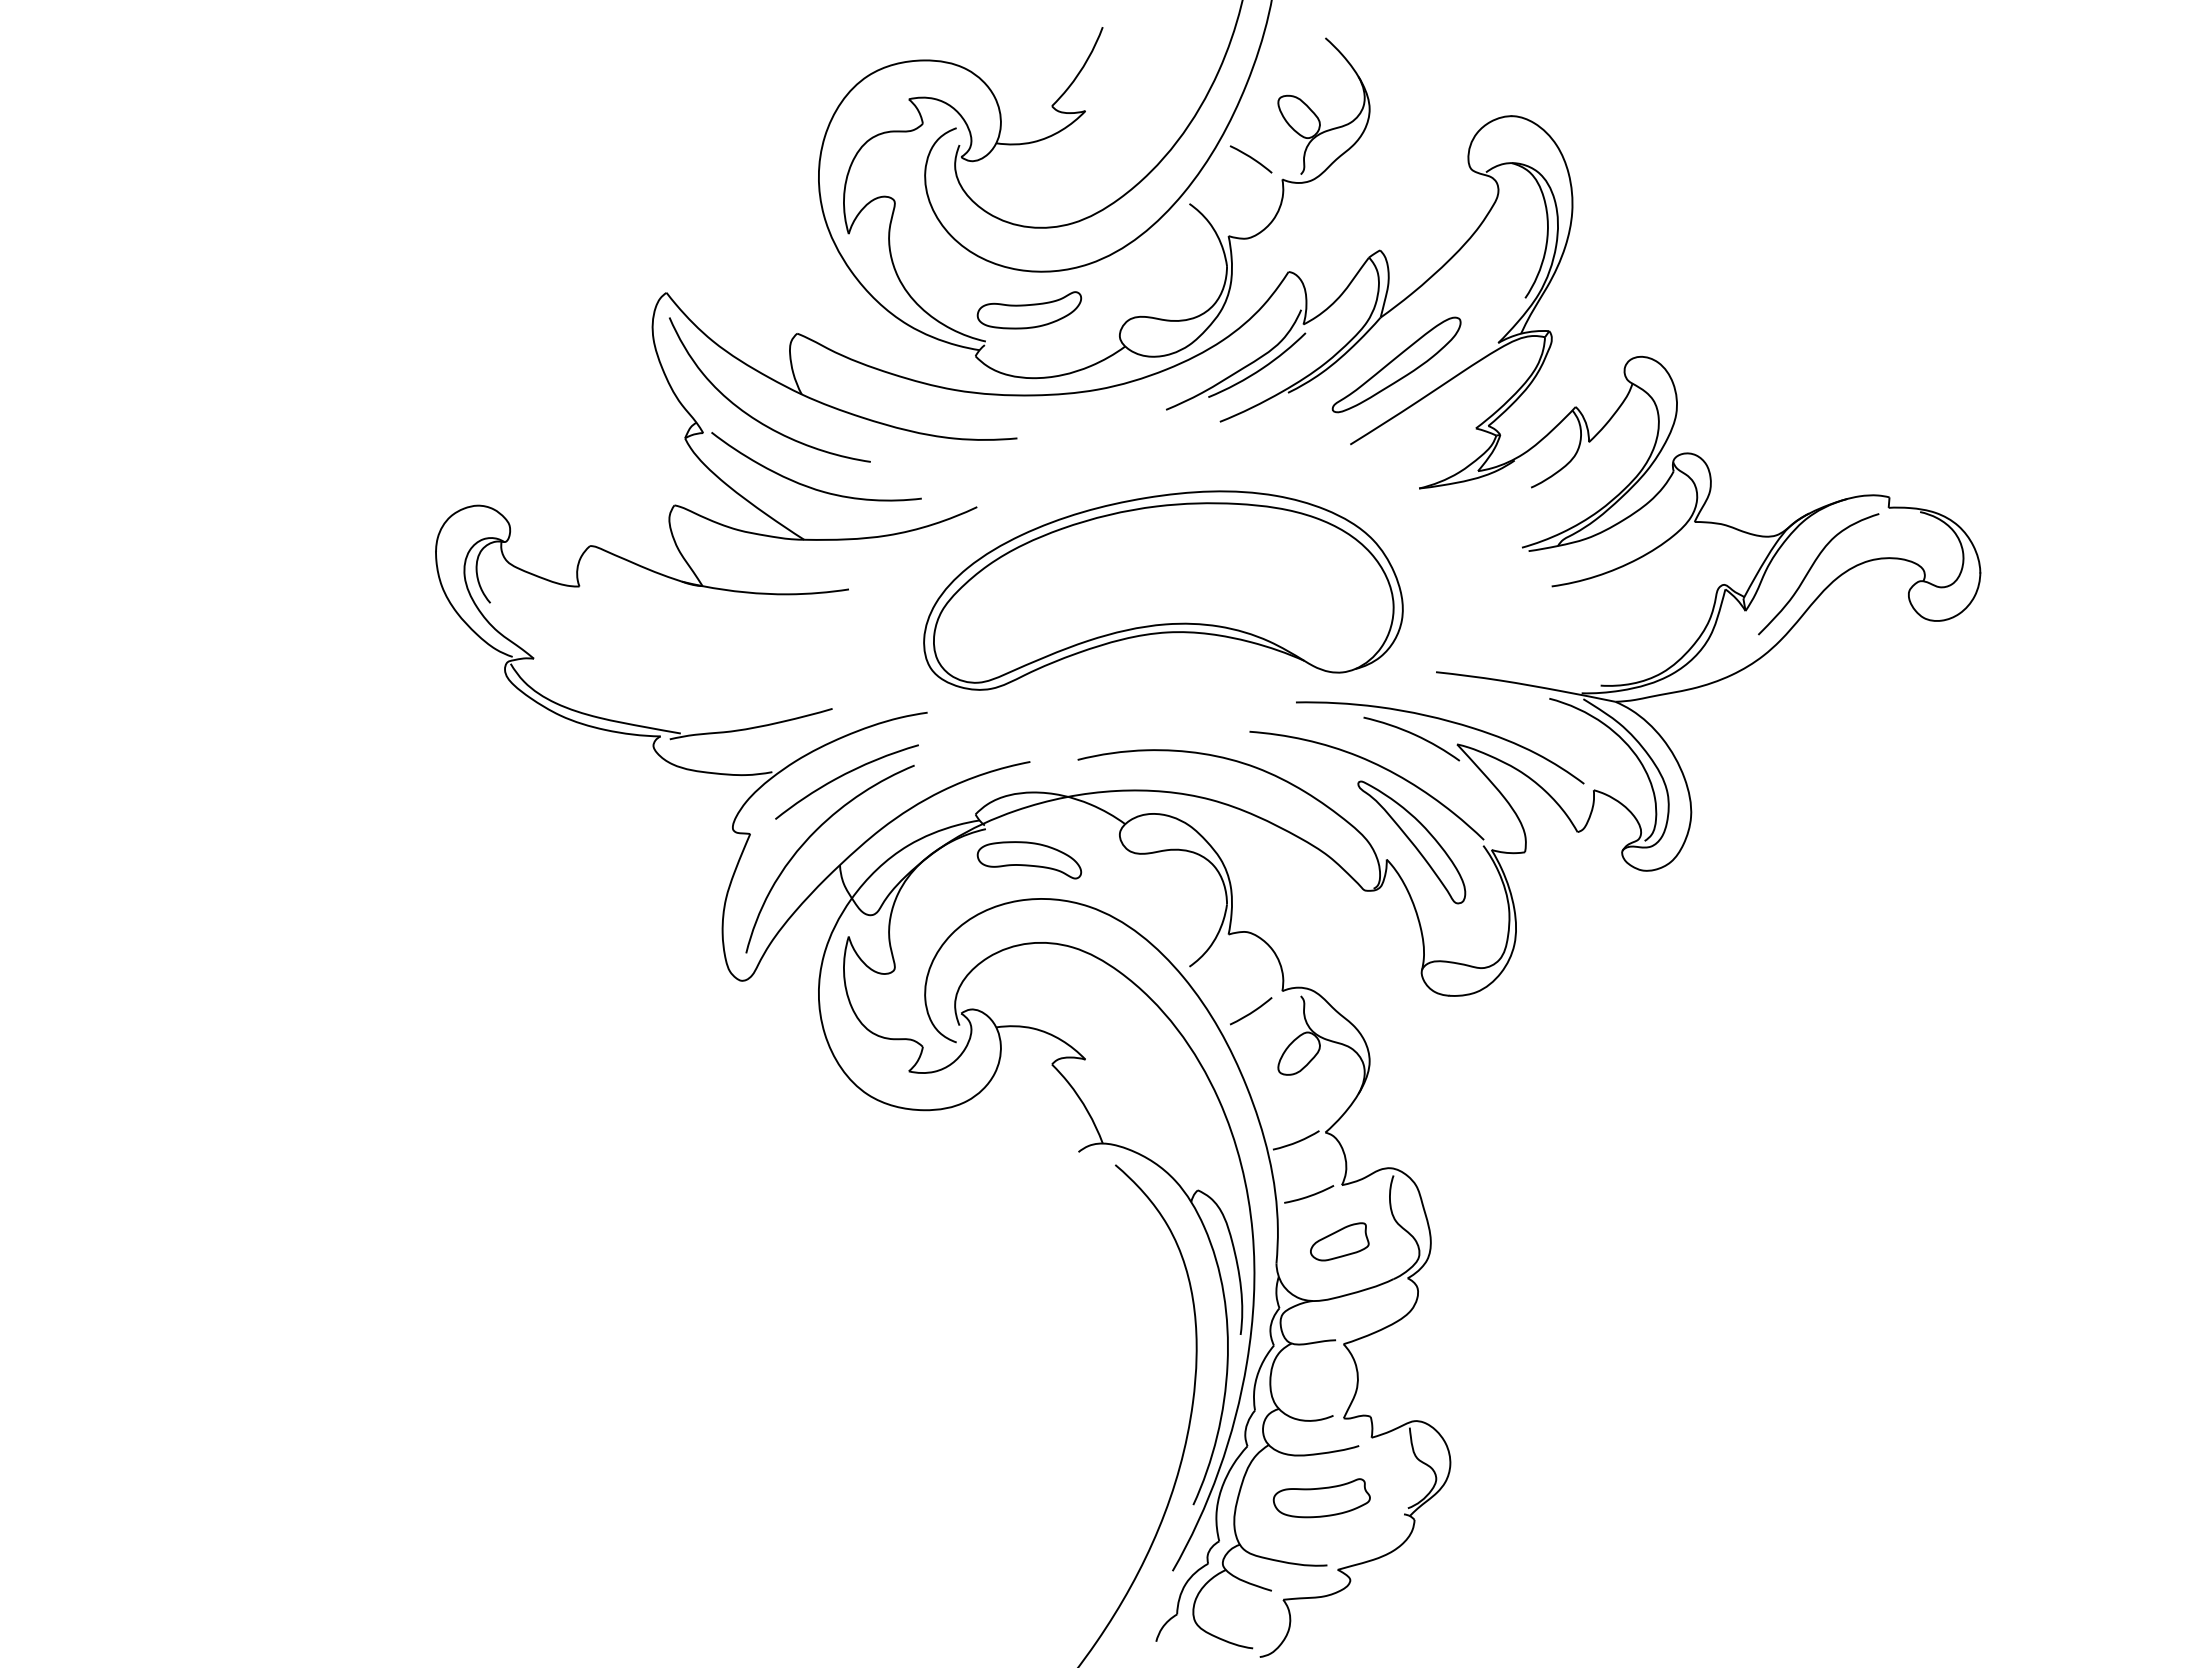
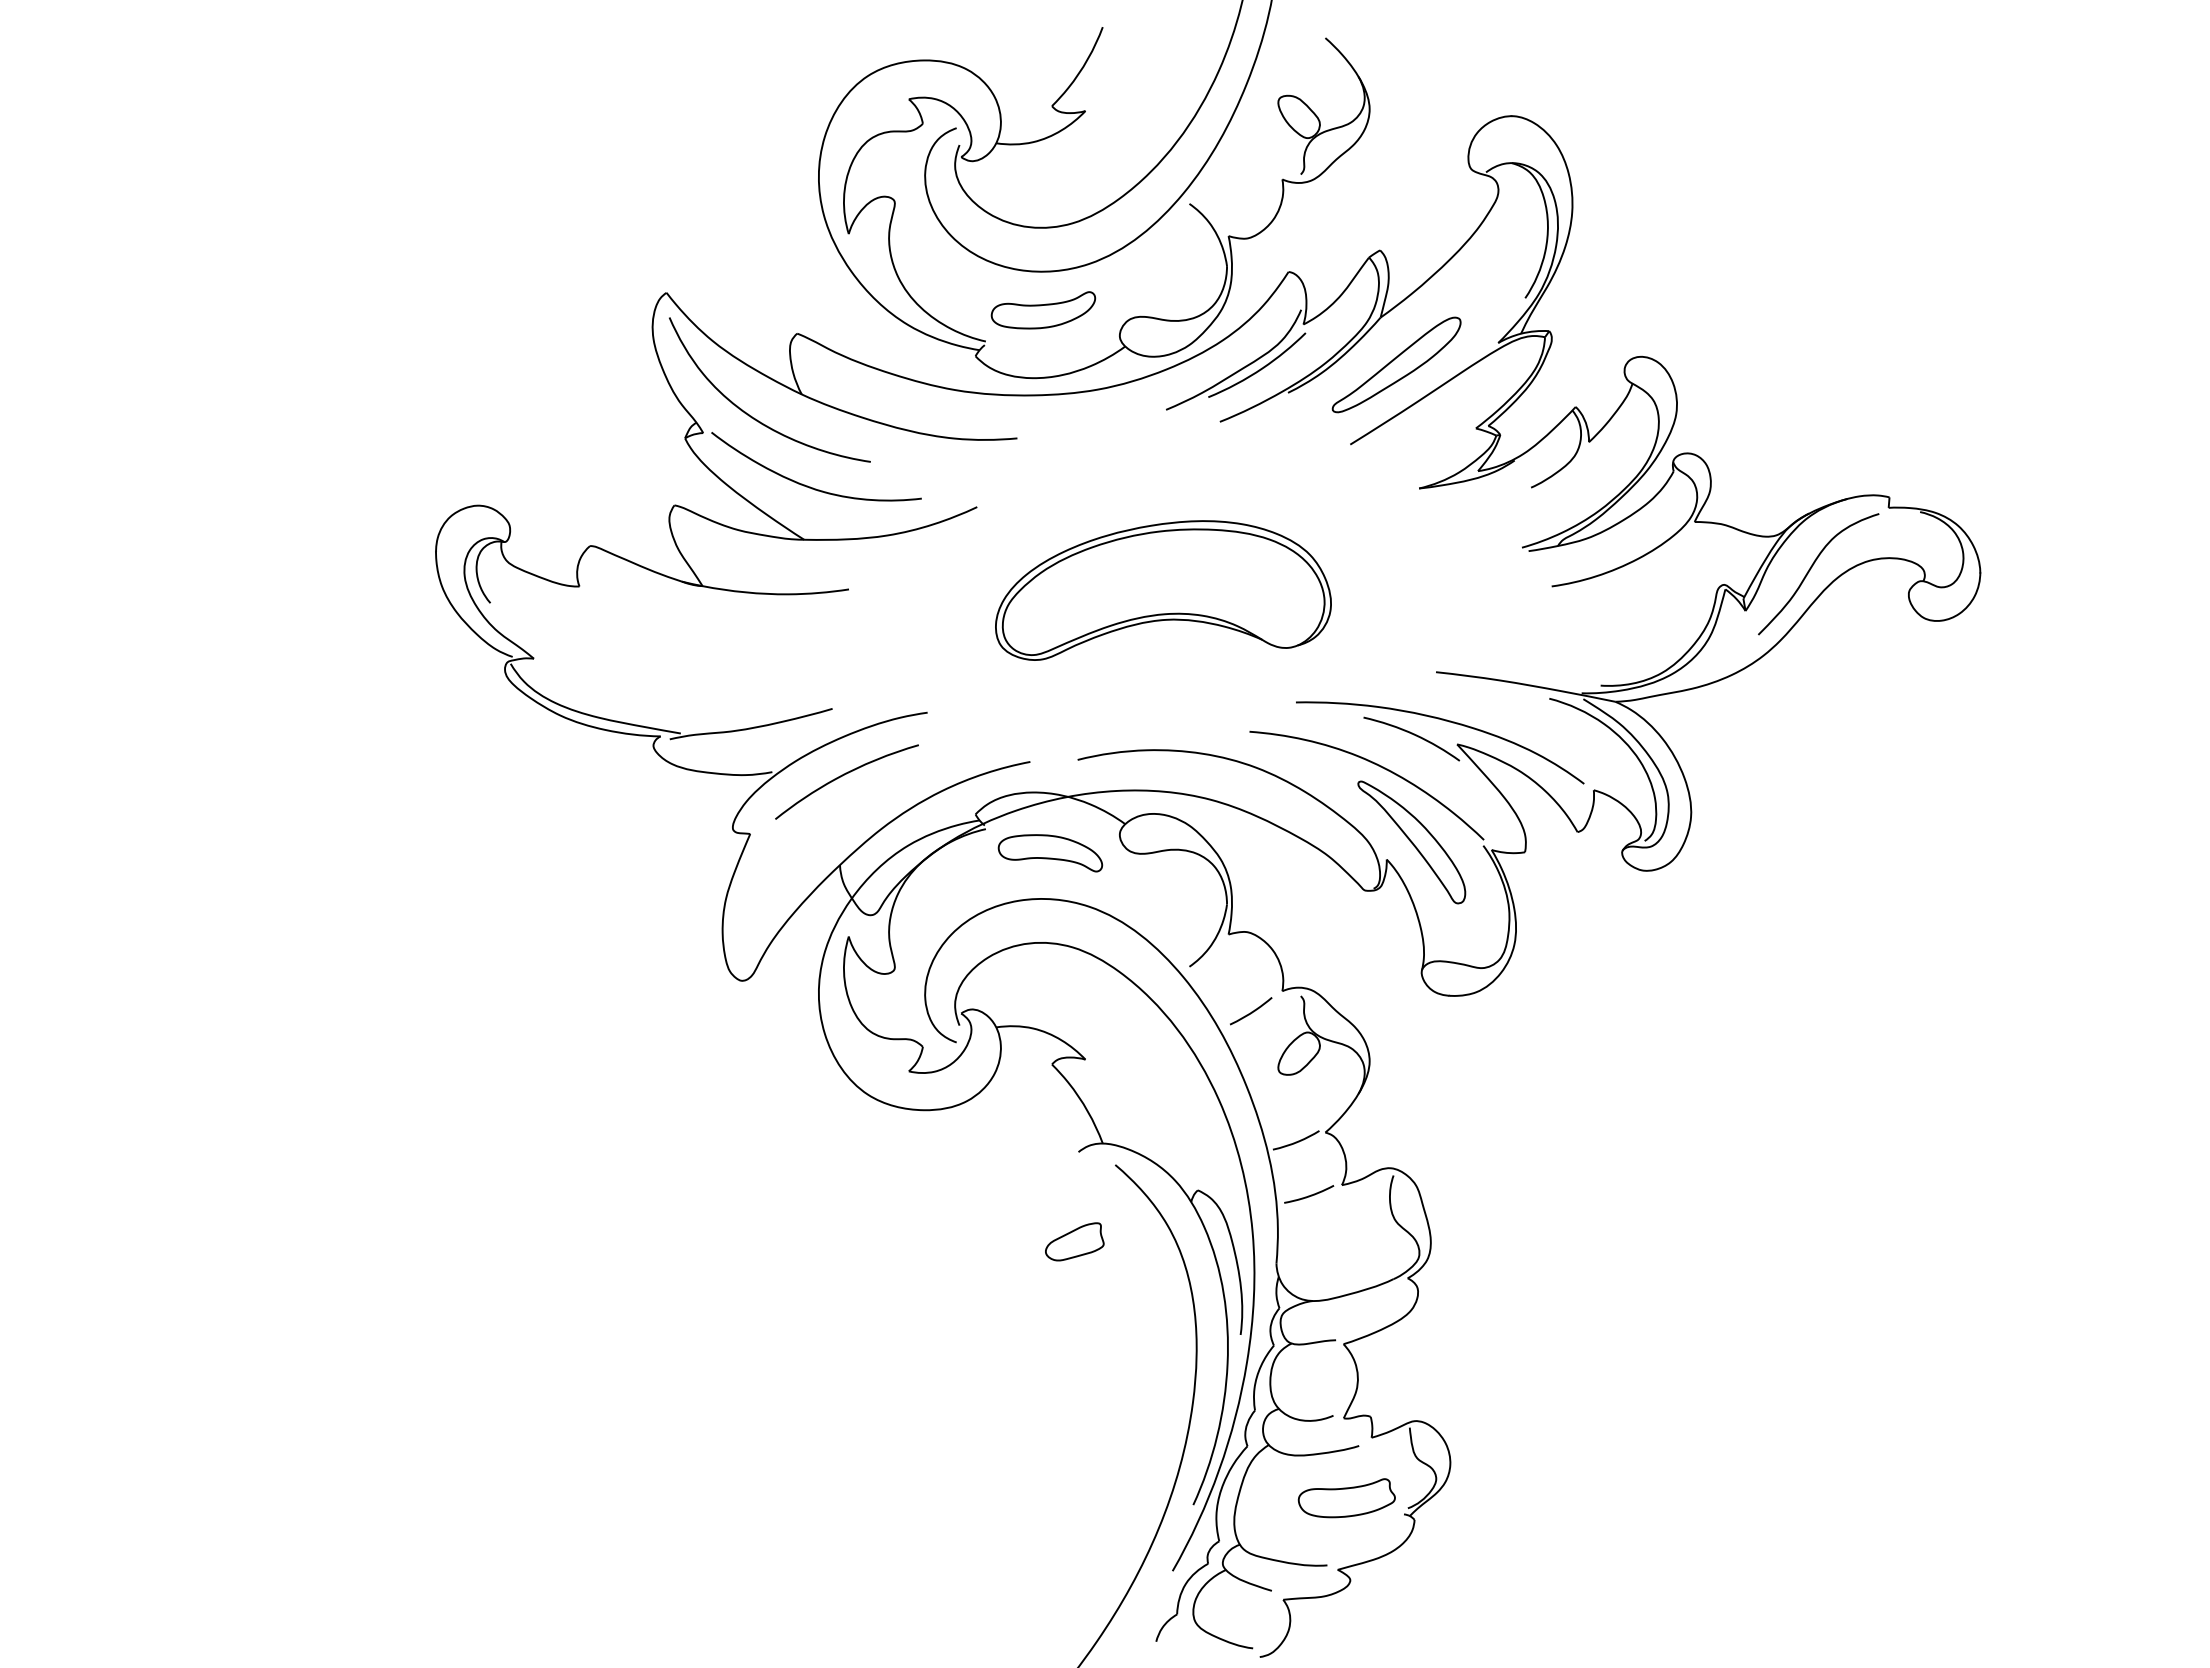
curve at (1250, 158): present -> none
part at (1029, 310) position: (1029, 310) -> (1043, 310)
part at (1163, 590) size: 481x201 px -> 337x141 px
curve at (806, 842): present -> none
part at (1029, 860) position: (1029, 860) -> (1050, 853)
part at (1339, 1241) position: (1339, 1241) -> (1074, 1241)
part at (1321, 1498) position: (1321, 1498) -> (1346, 1498)
